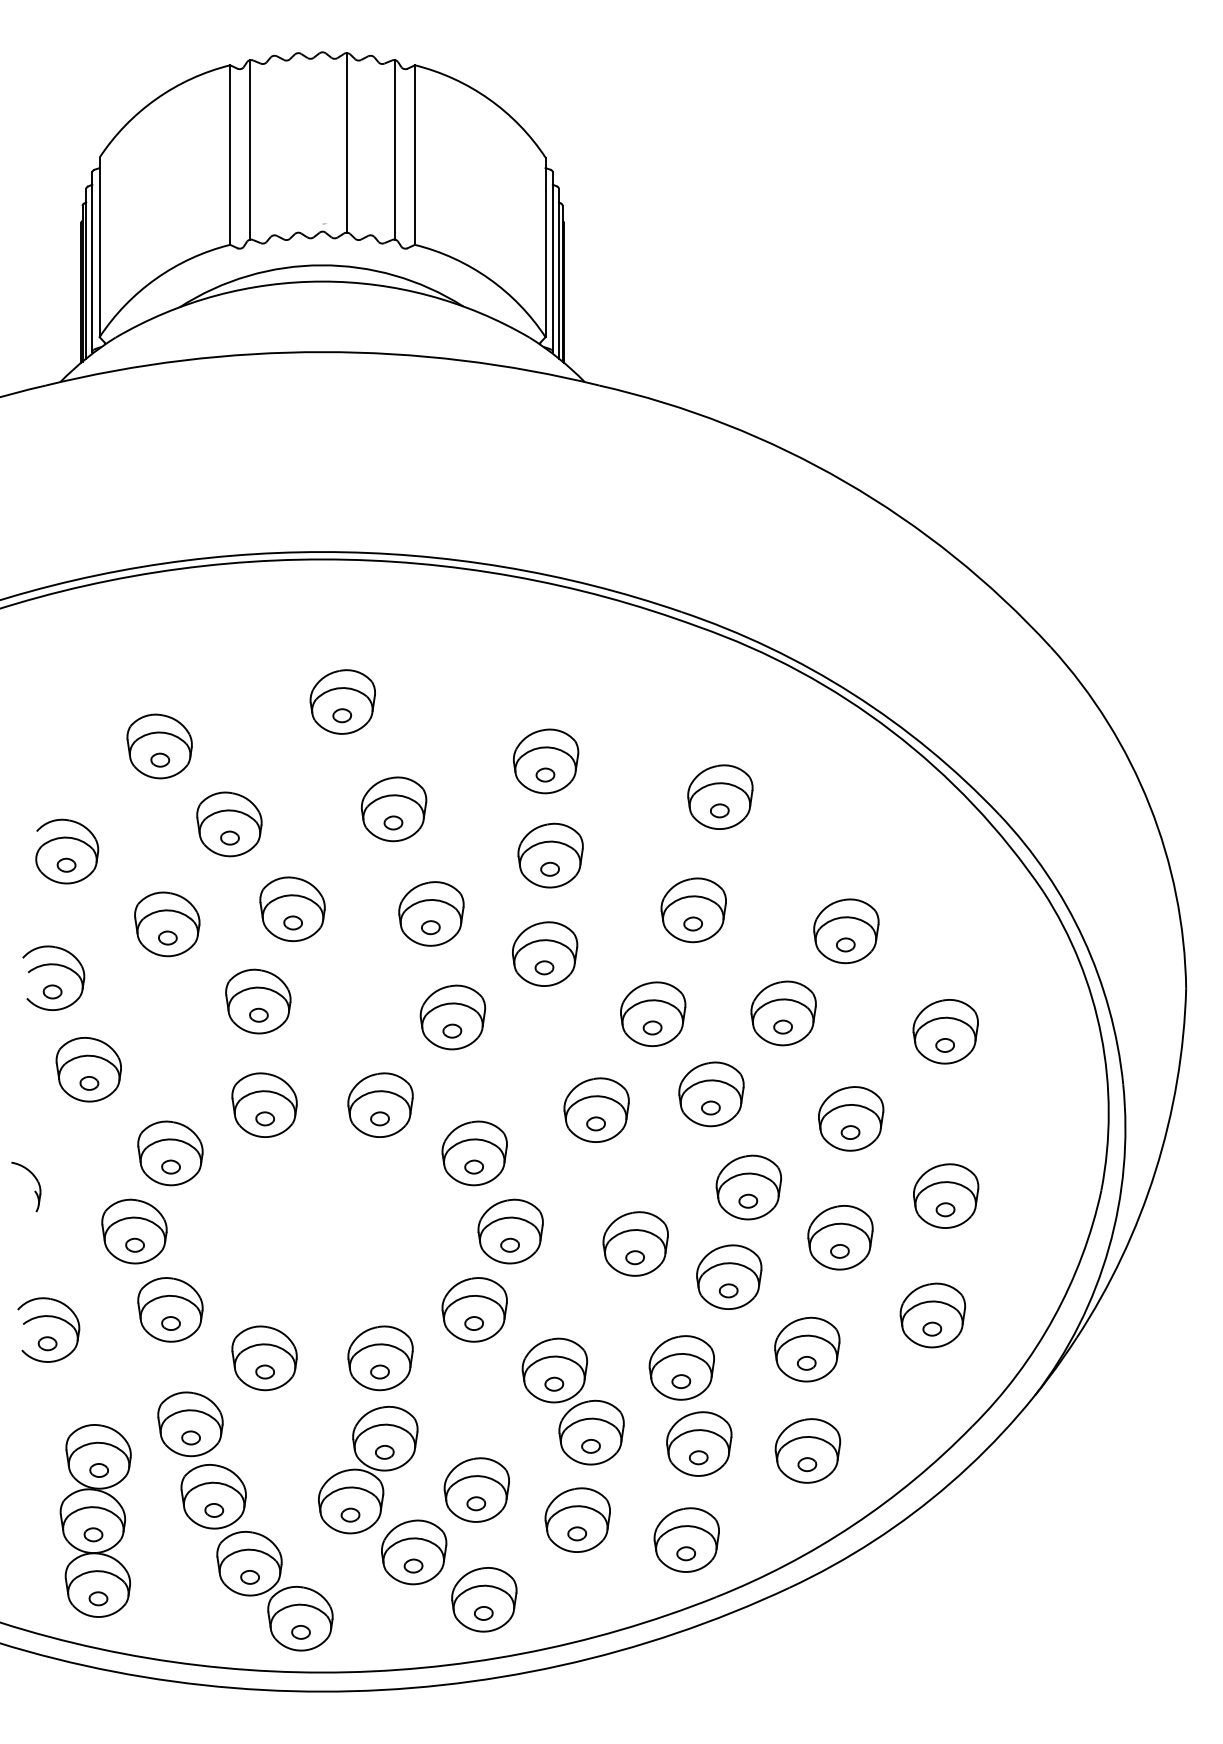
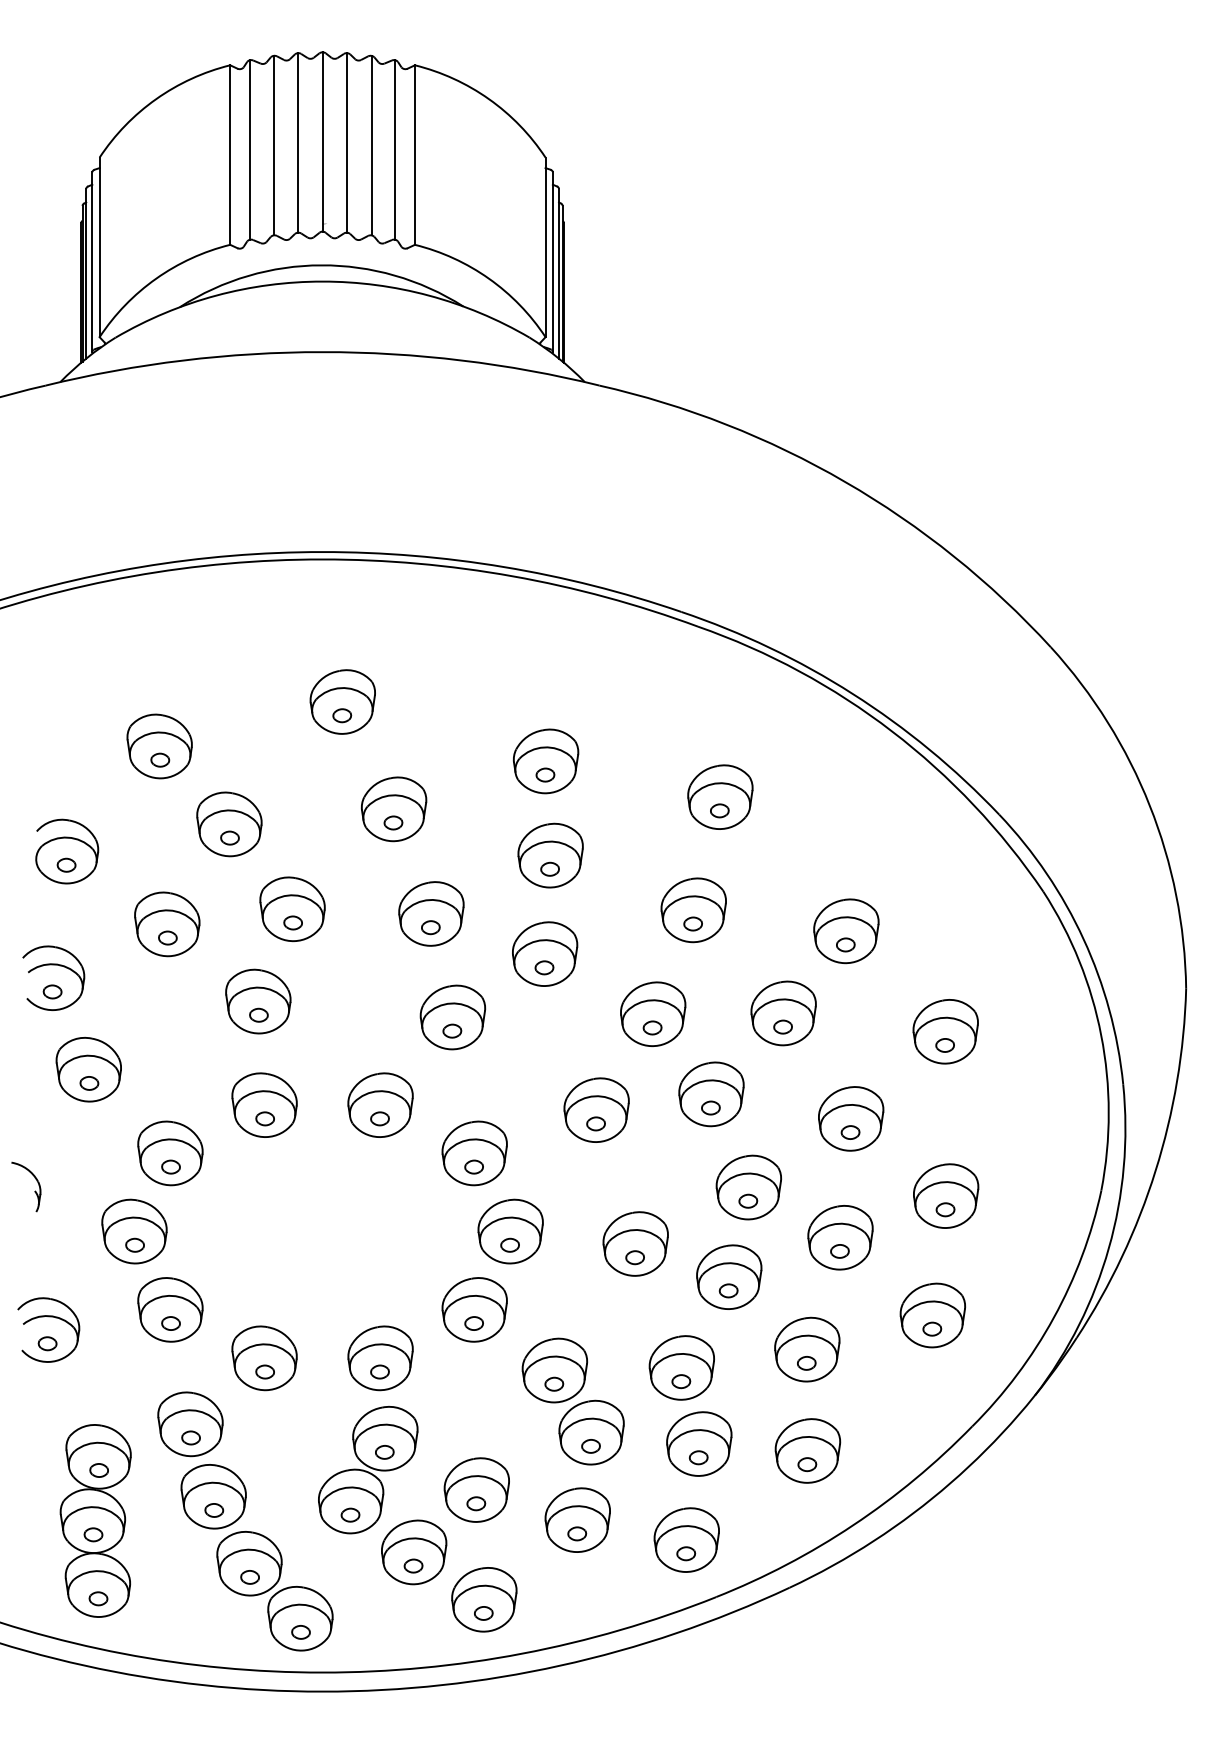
line at (322, 141): none -> present
line at (297, 142): none -> present
line at (273, 145): none -> present
line at (371, 145): none -> present
